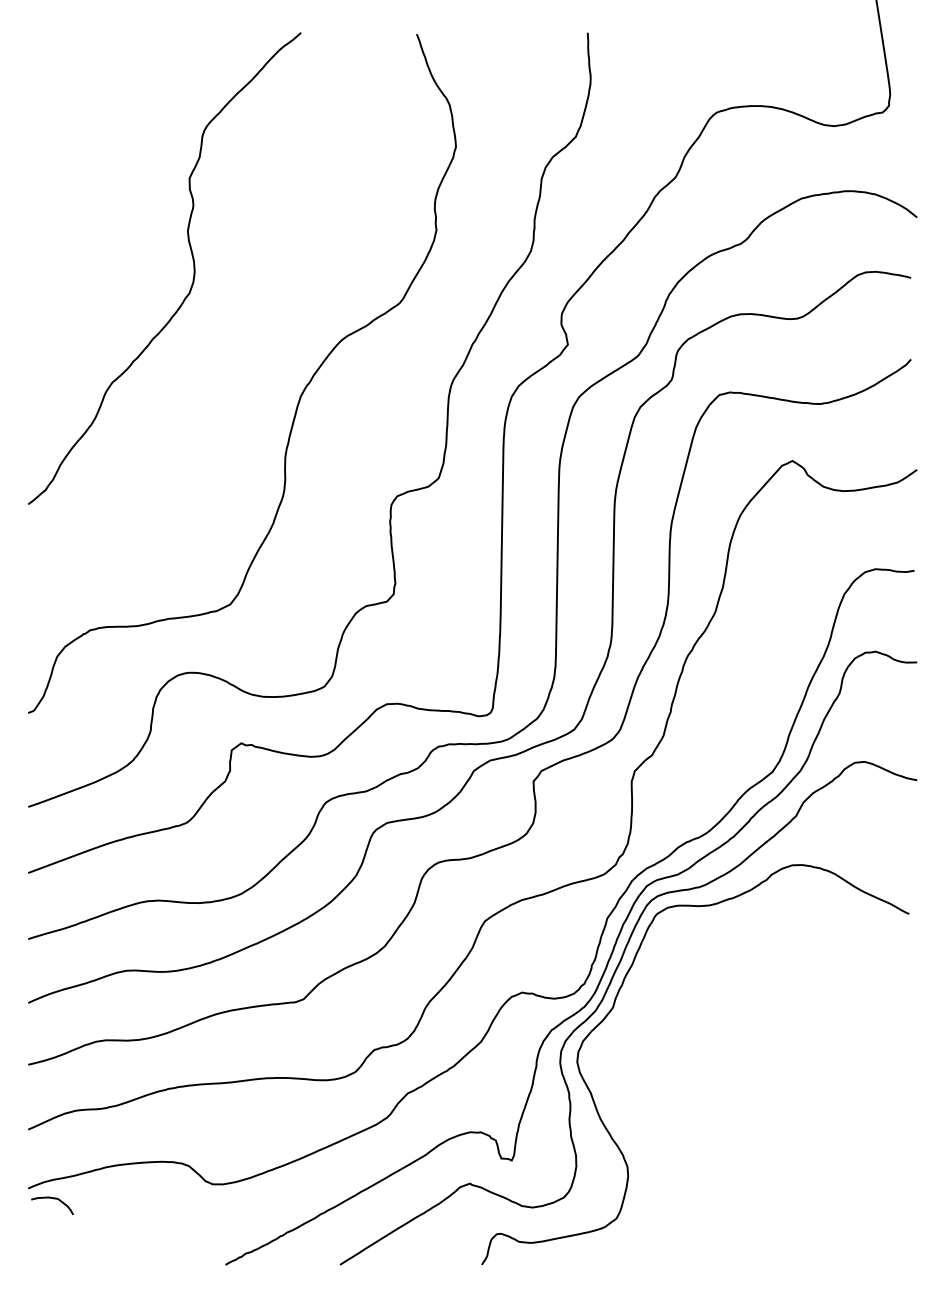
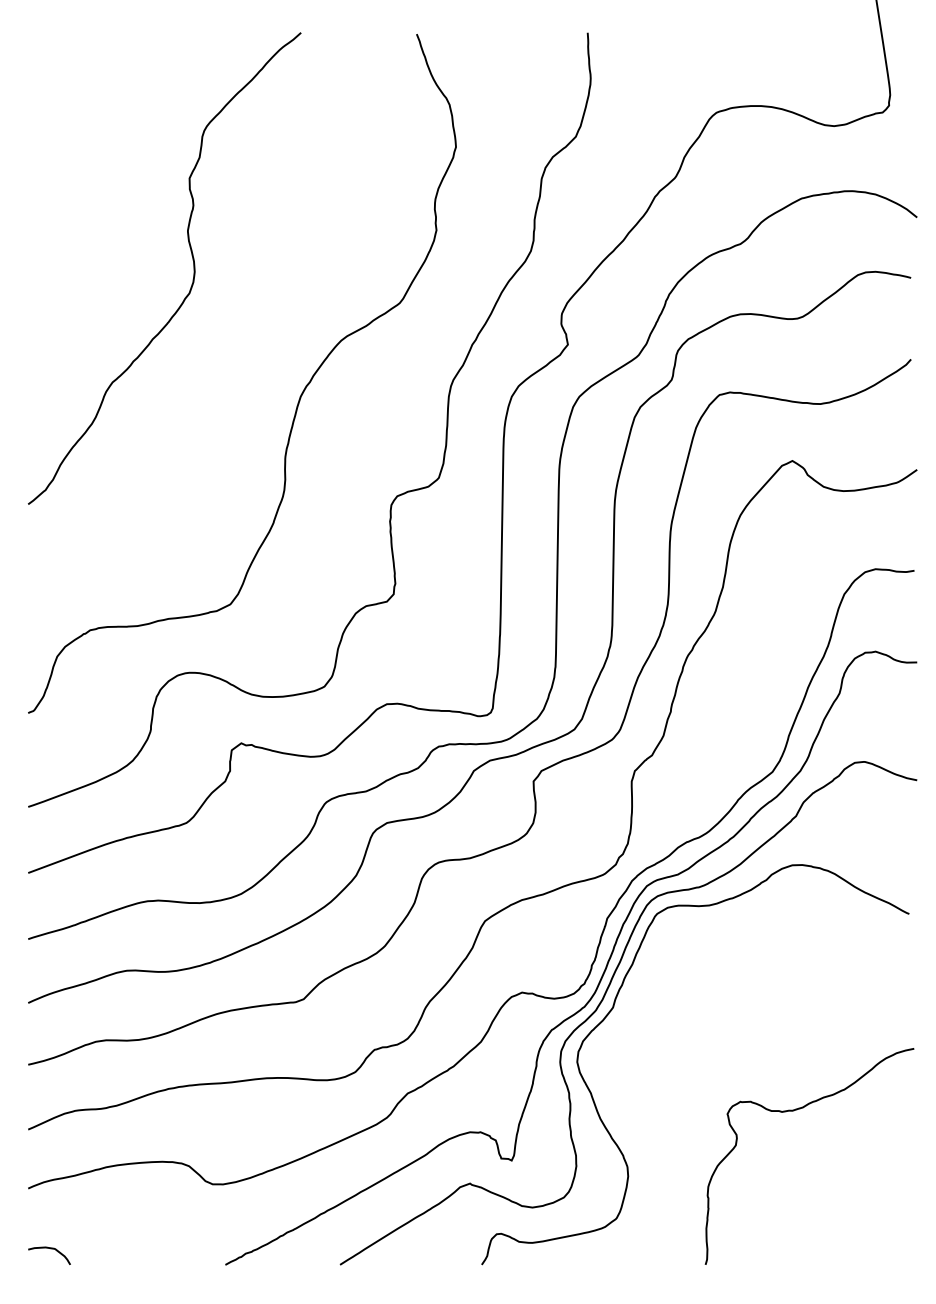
curve at (794, 1111): none -> present
curve at (53, 1199) position: (53, 1199) -> (50, 1249)
